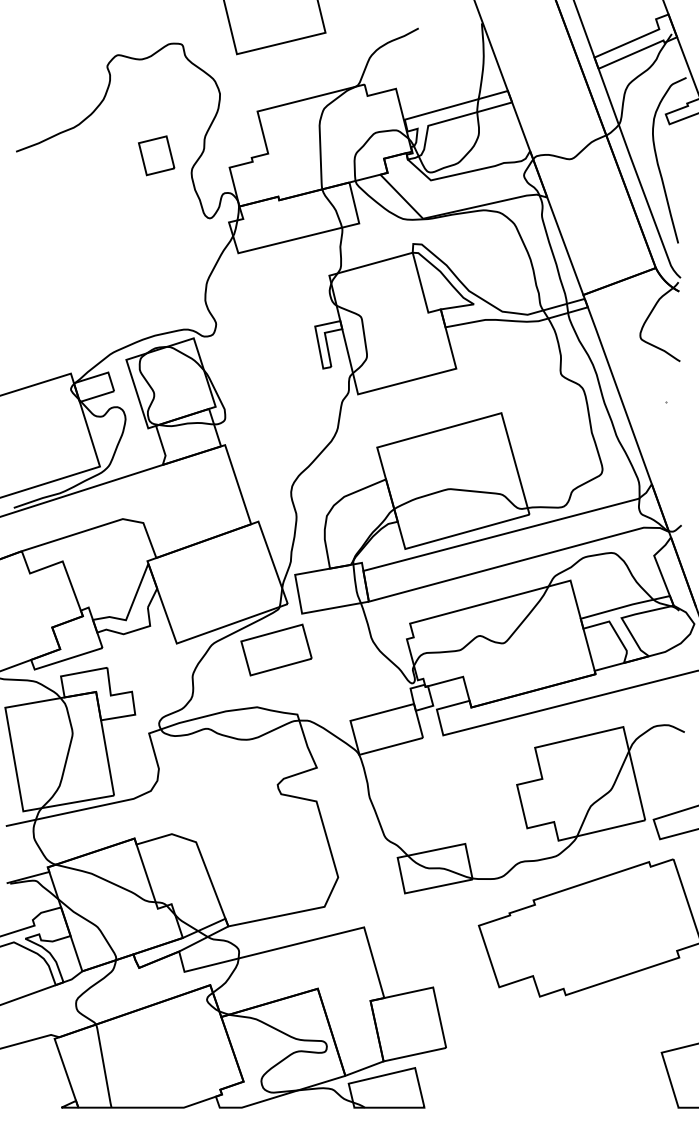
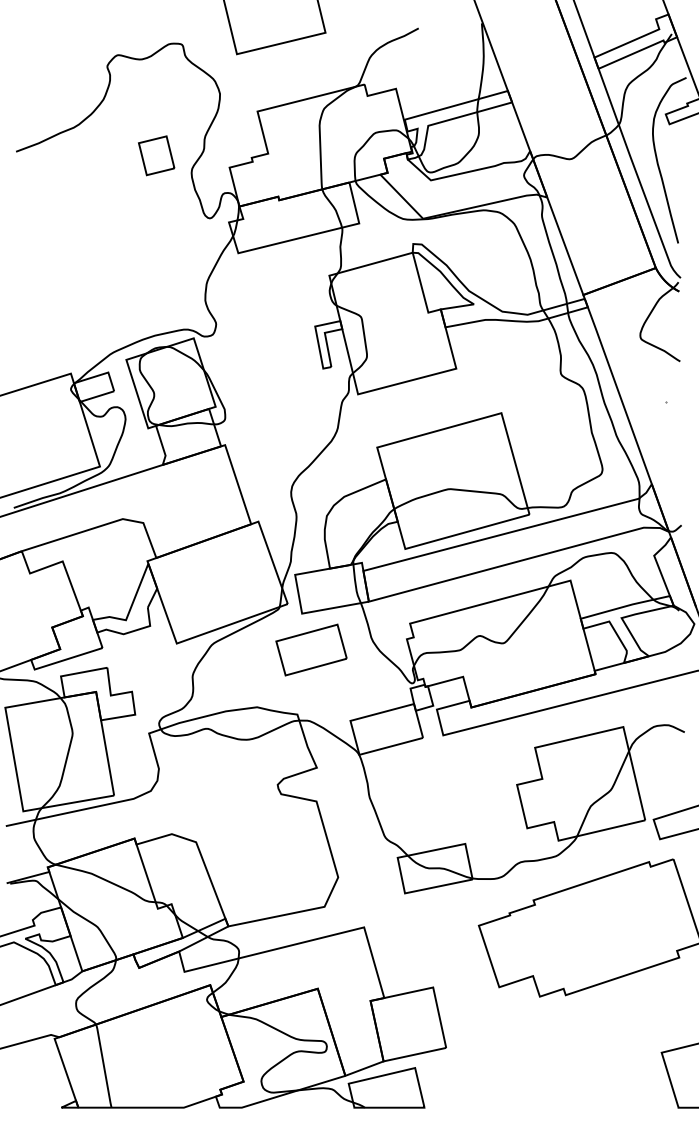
part at (276, 649) position: (276, 649) -> (311, 649)
